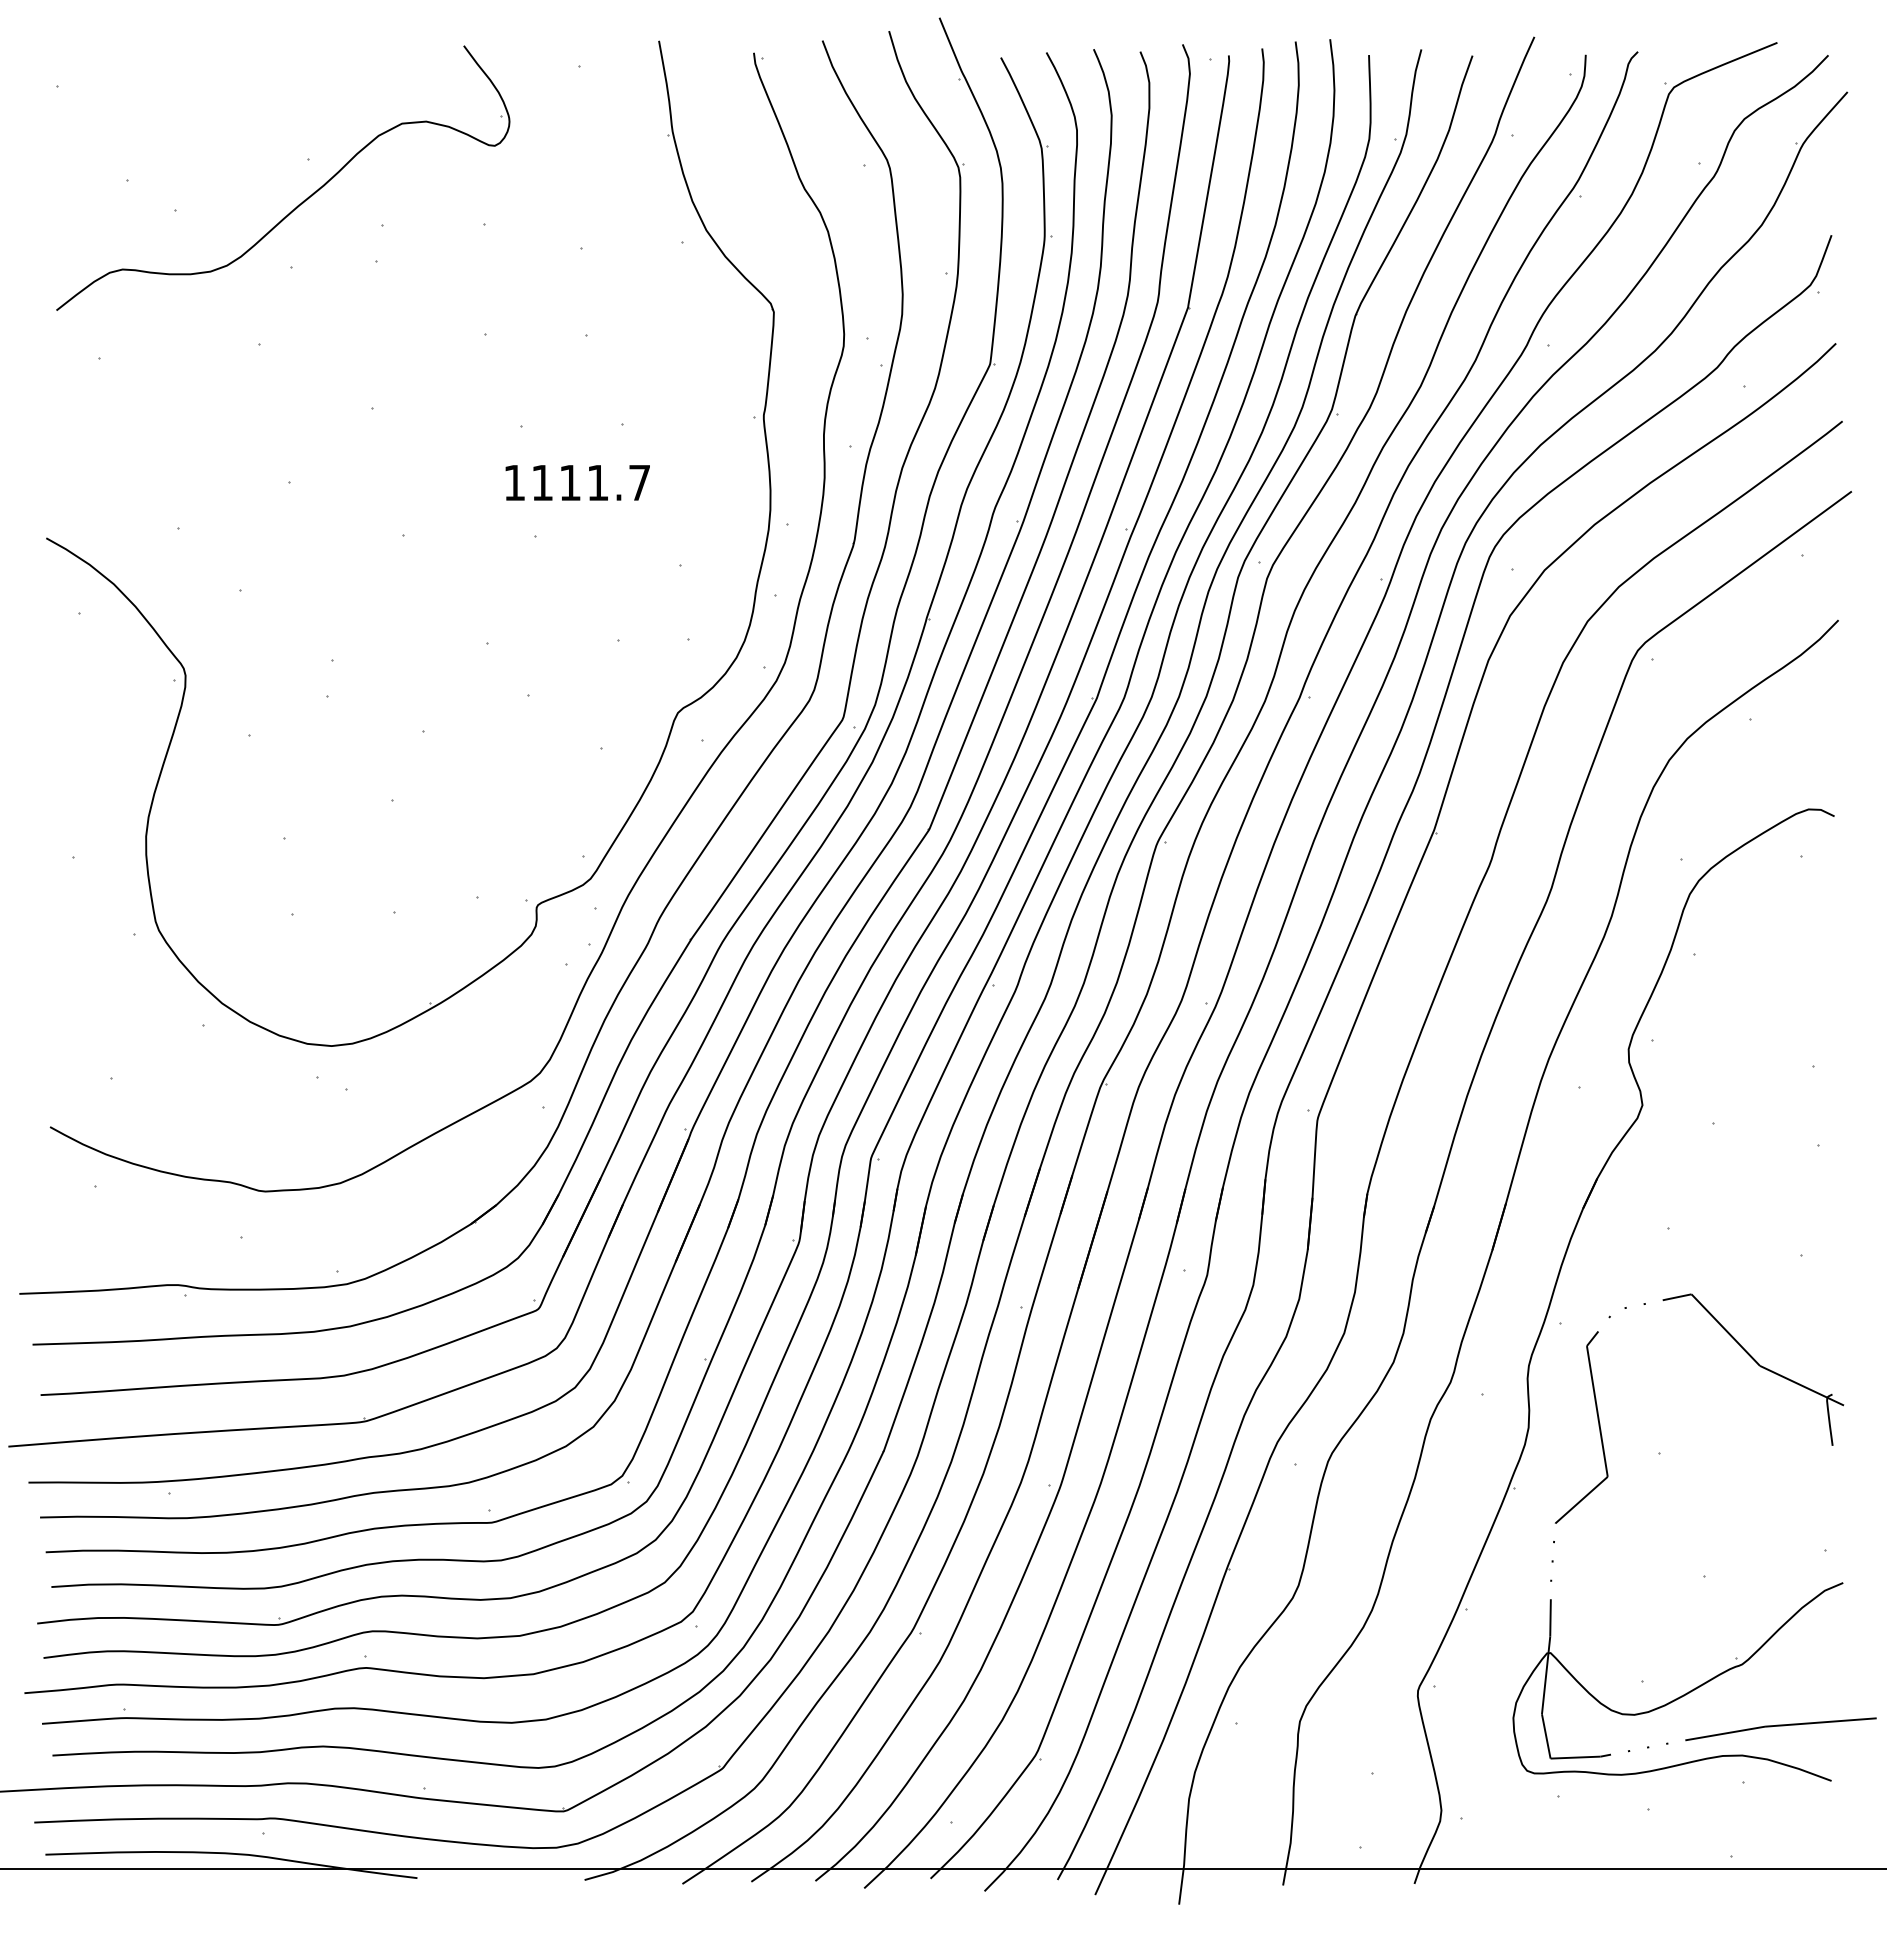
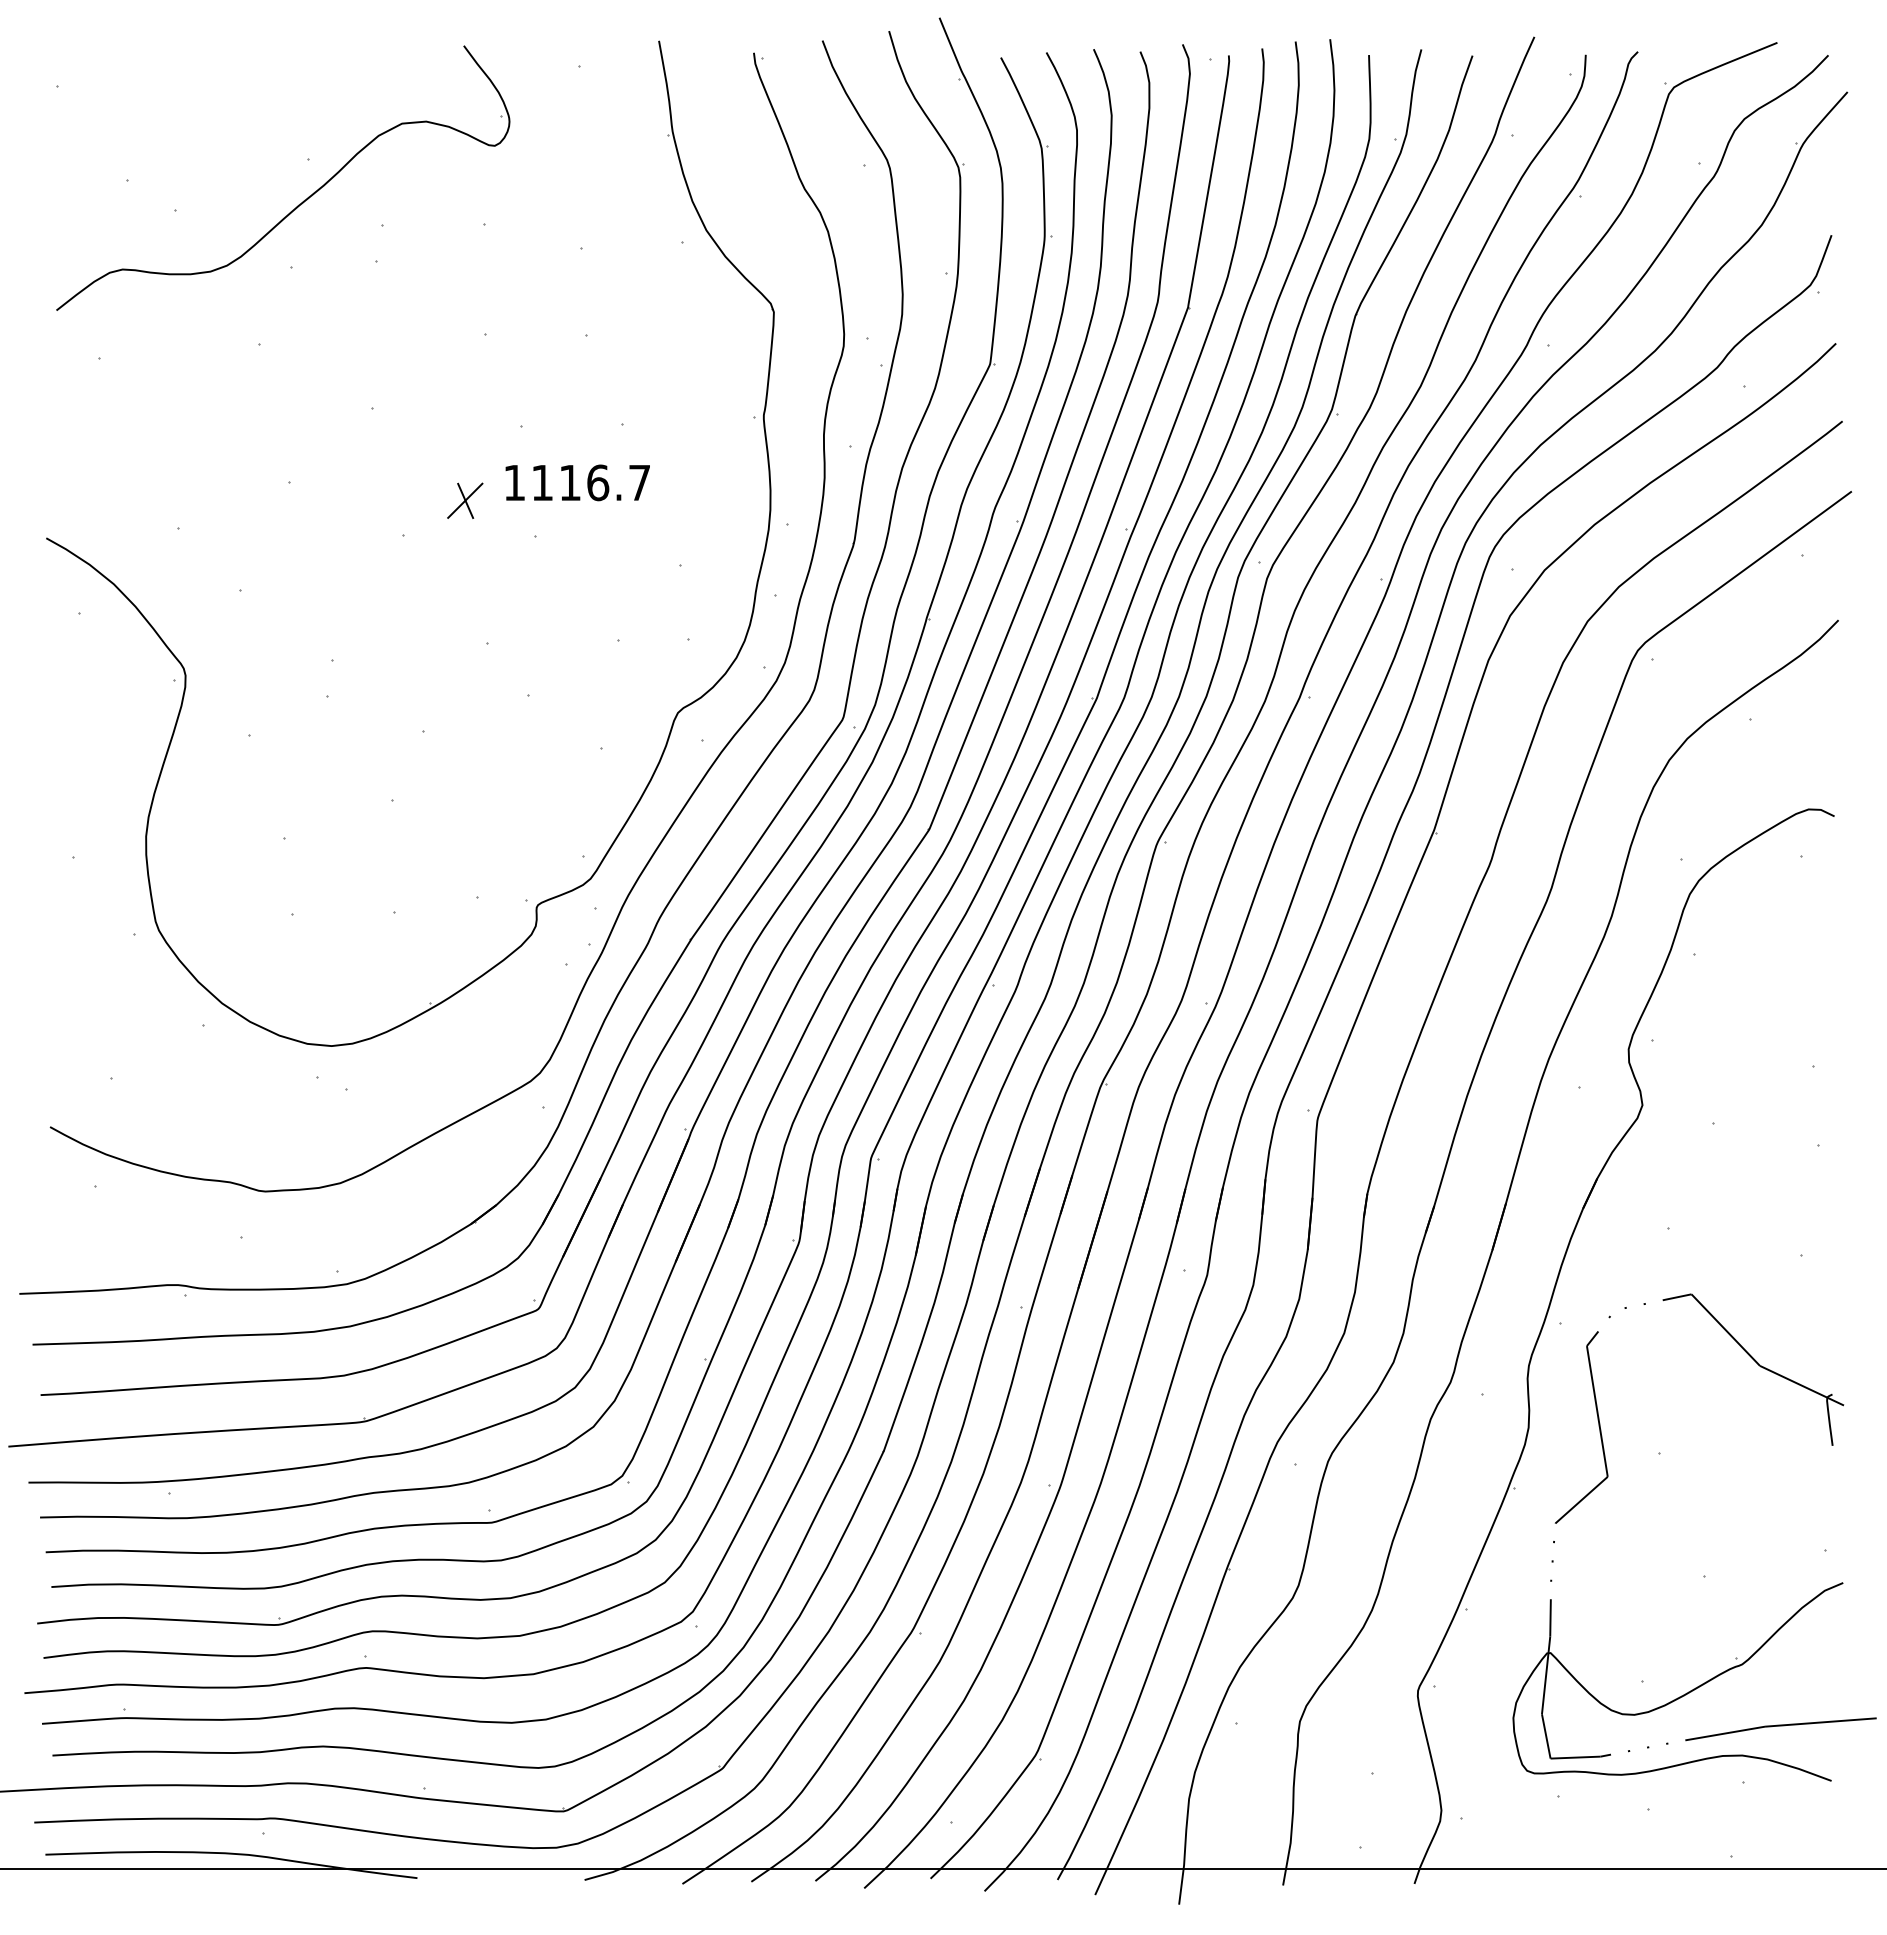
text at (598, 482): 1111.7 -> 1116.7
part at (465, 500): none -> present
